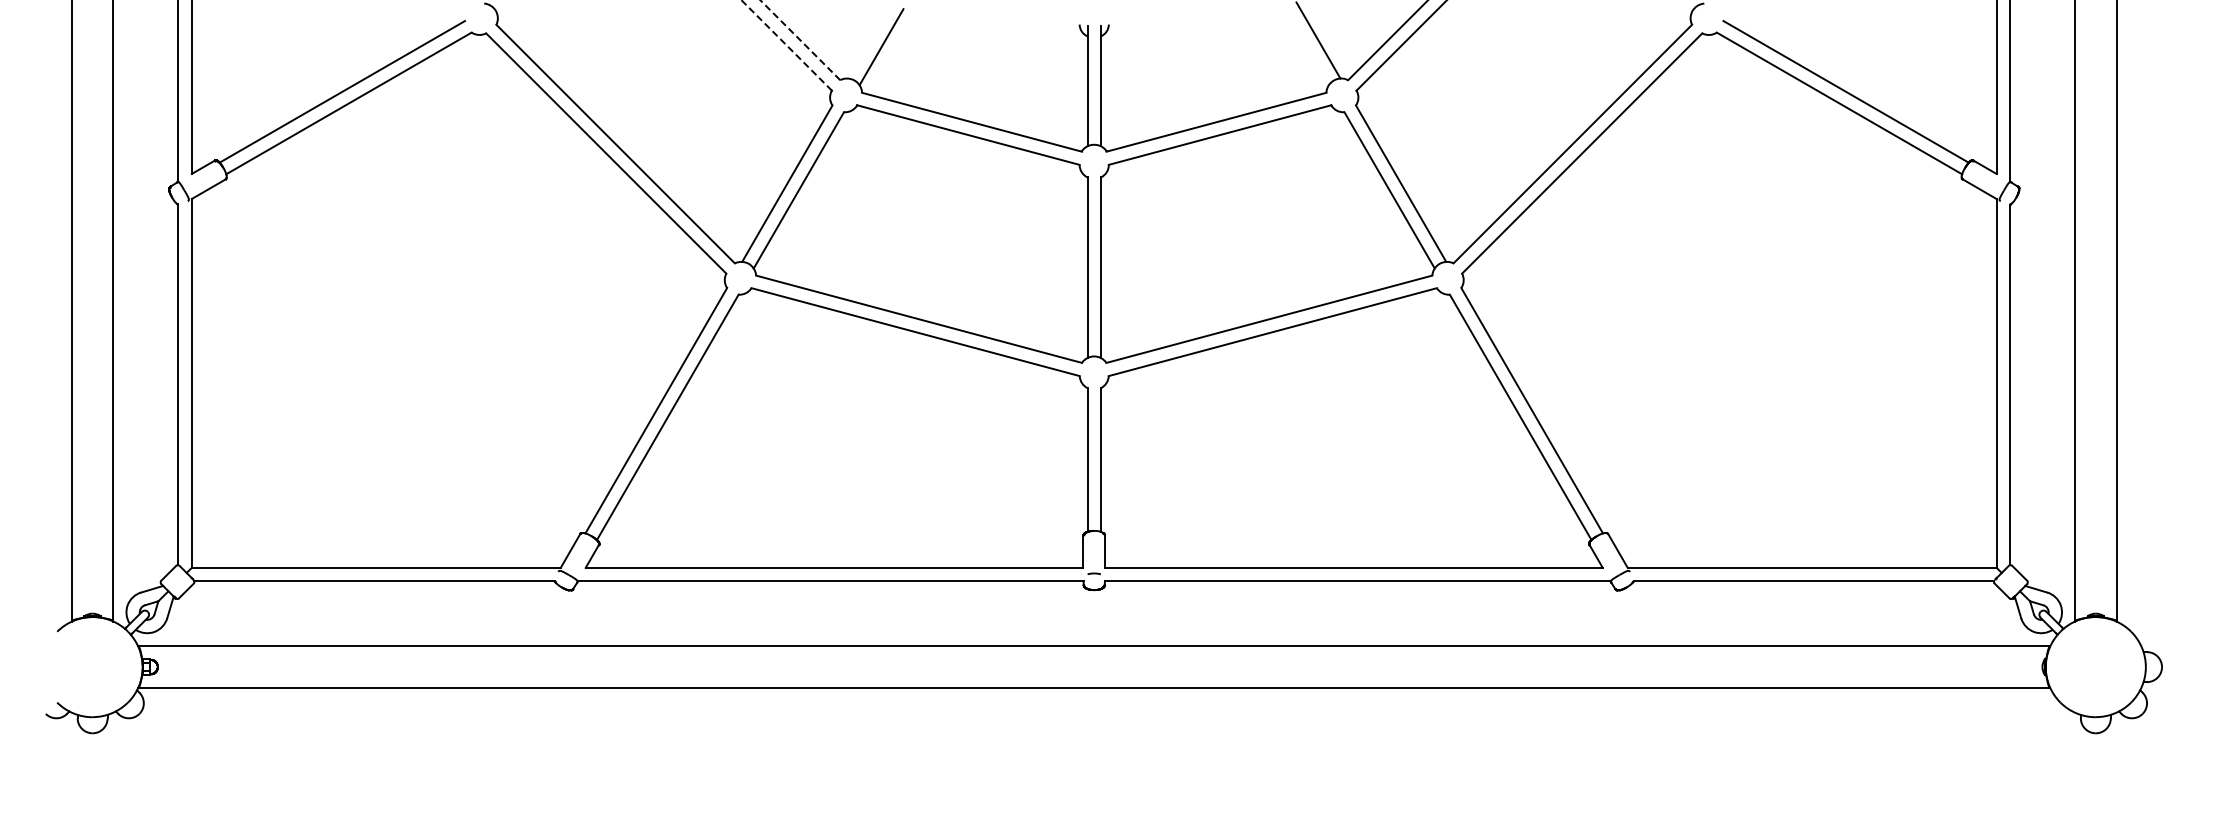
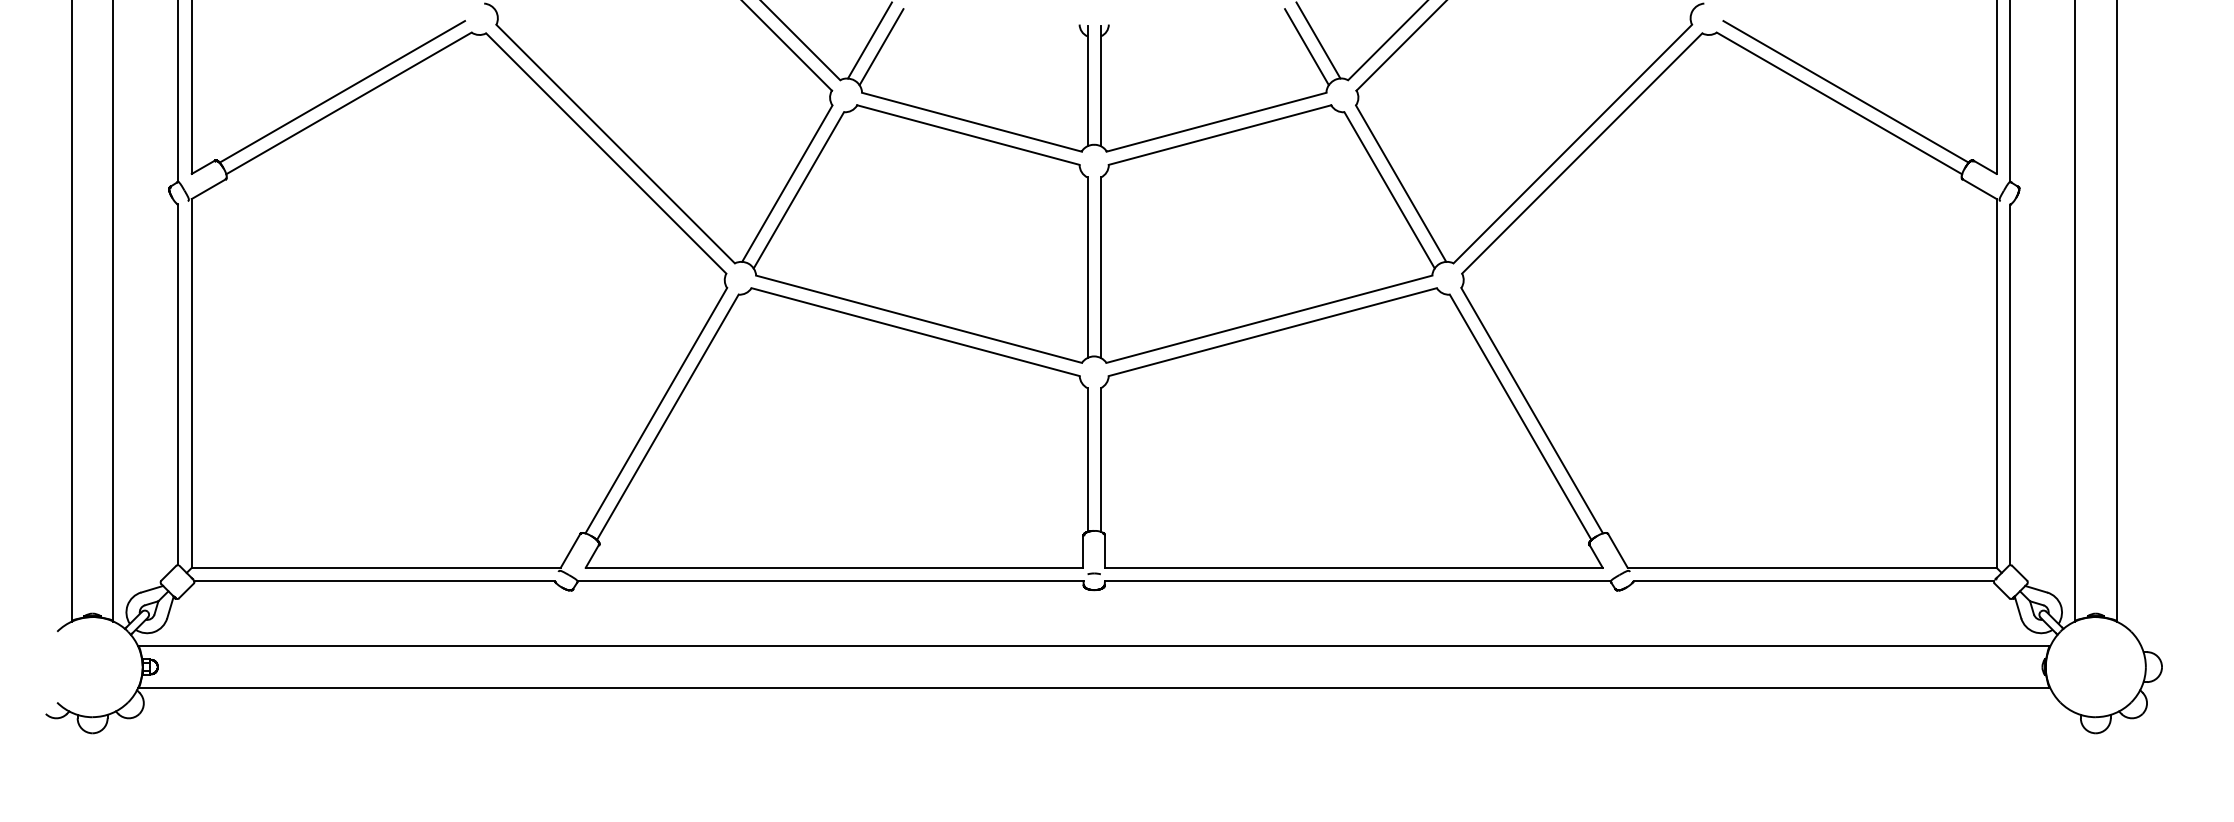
line at (800, 40): dashed -> solid
line at (869, 40): none -> present
line at (786, 45): dashed -> solid
line at (1306, 47): none -> present
